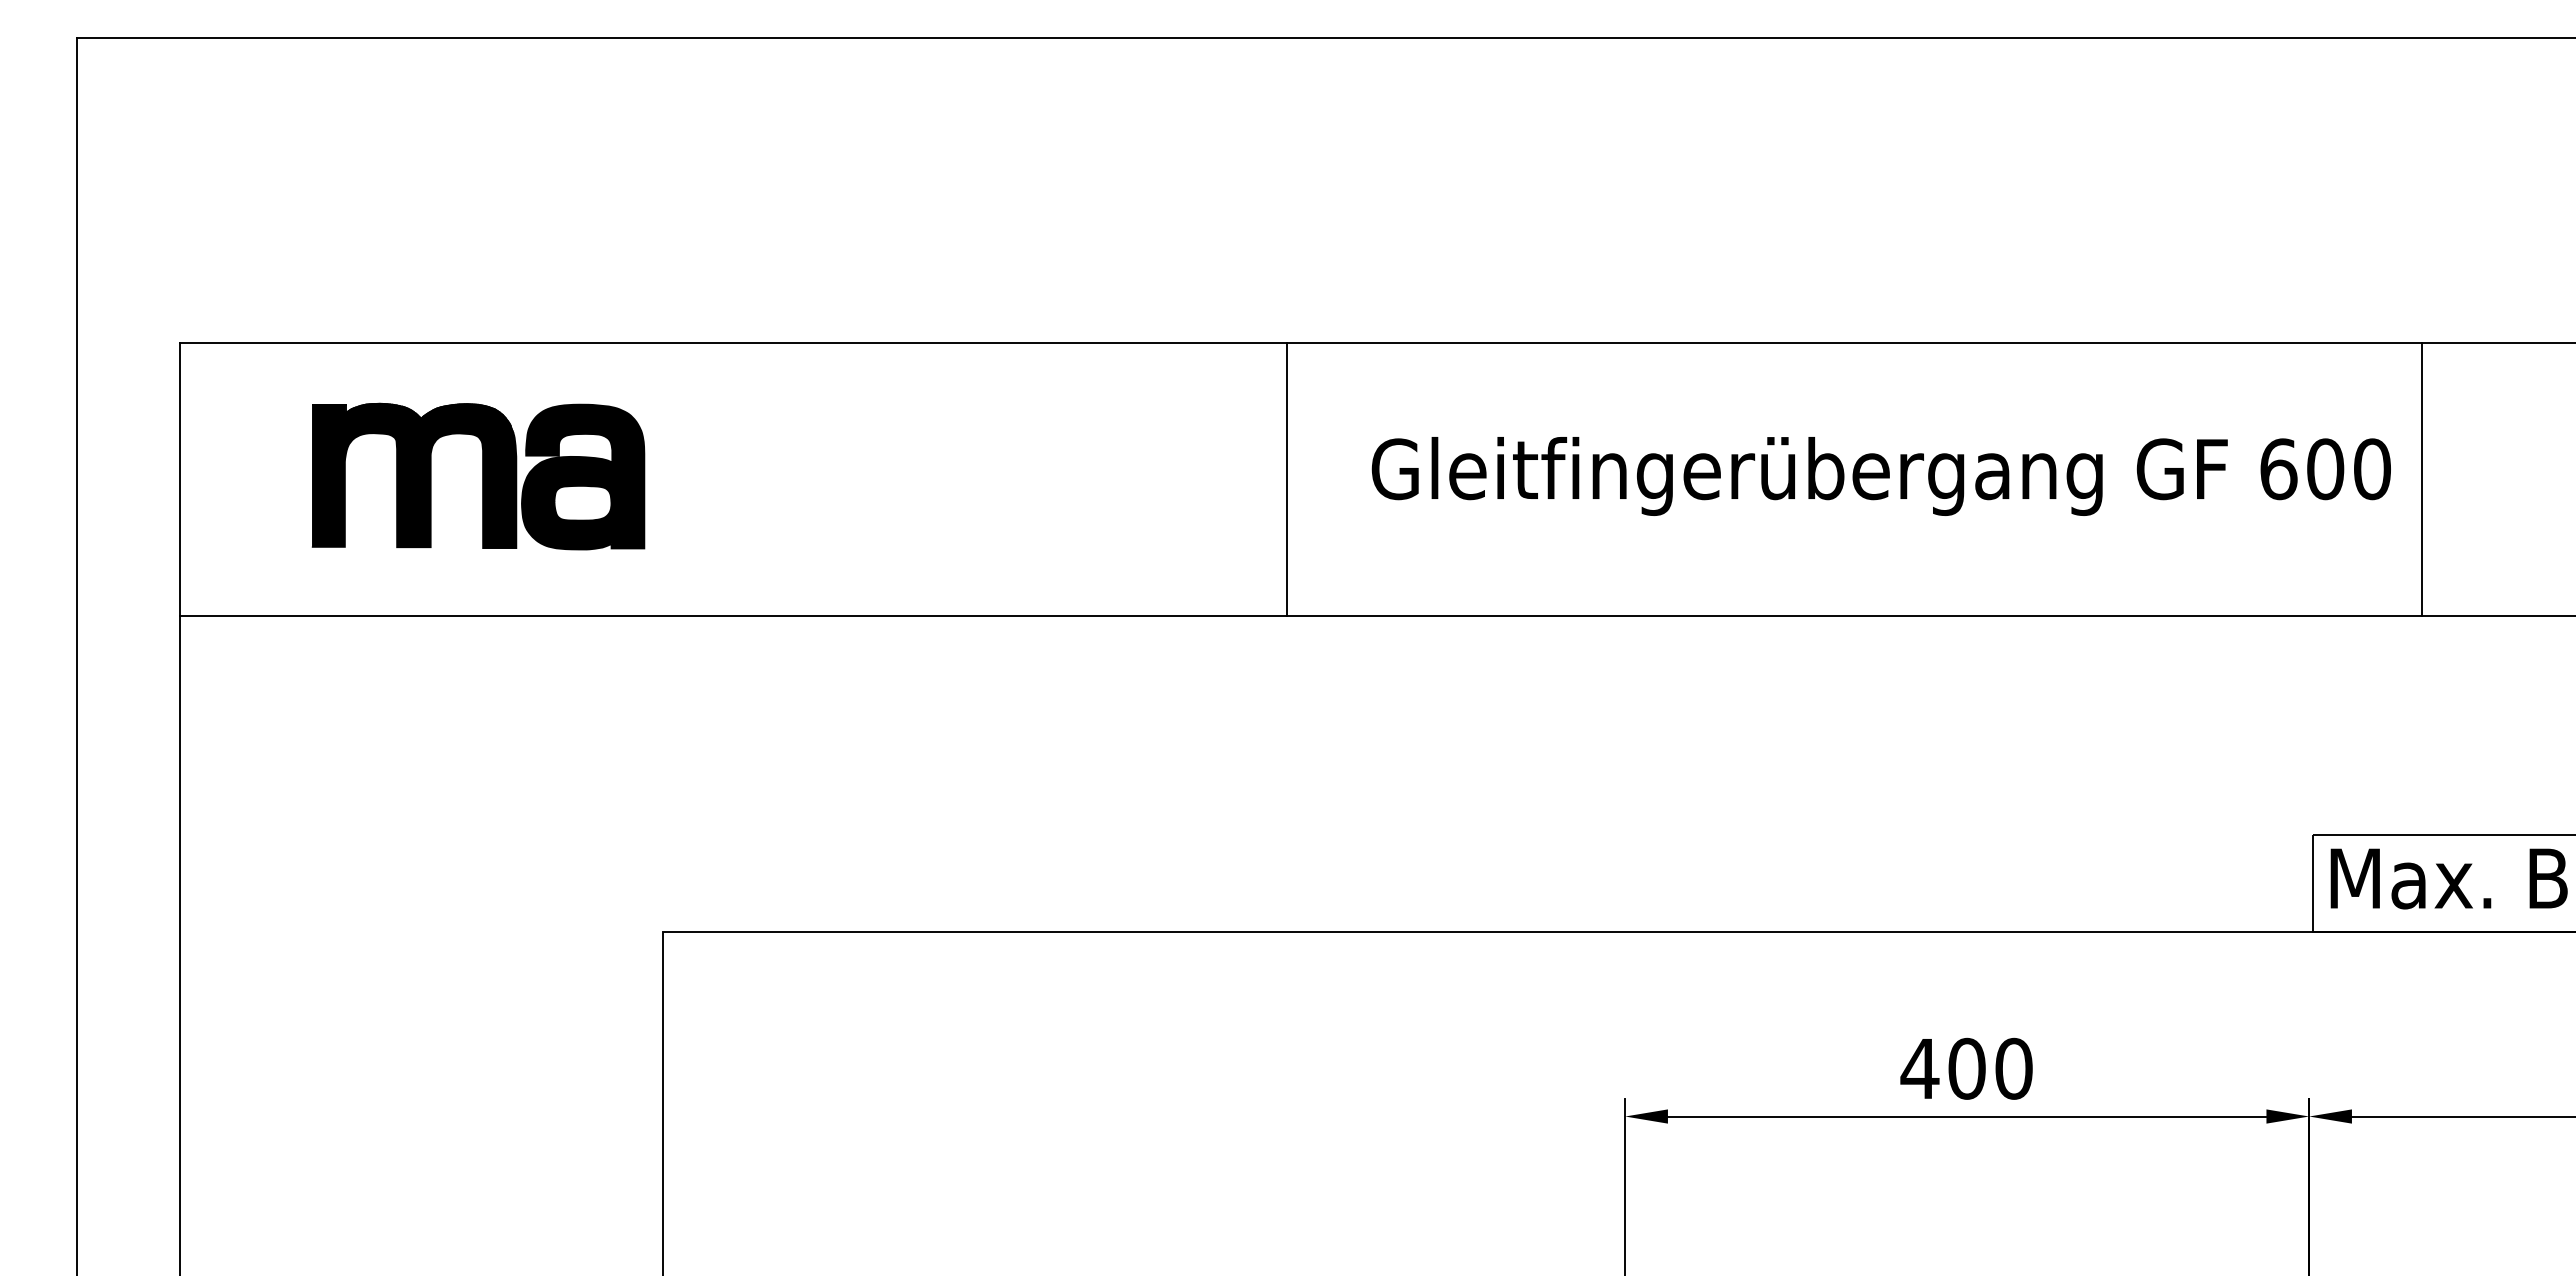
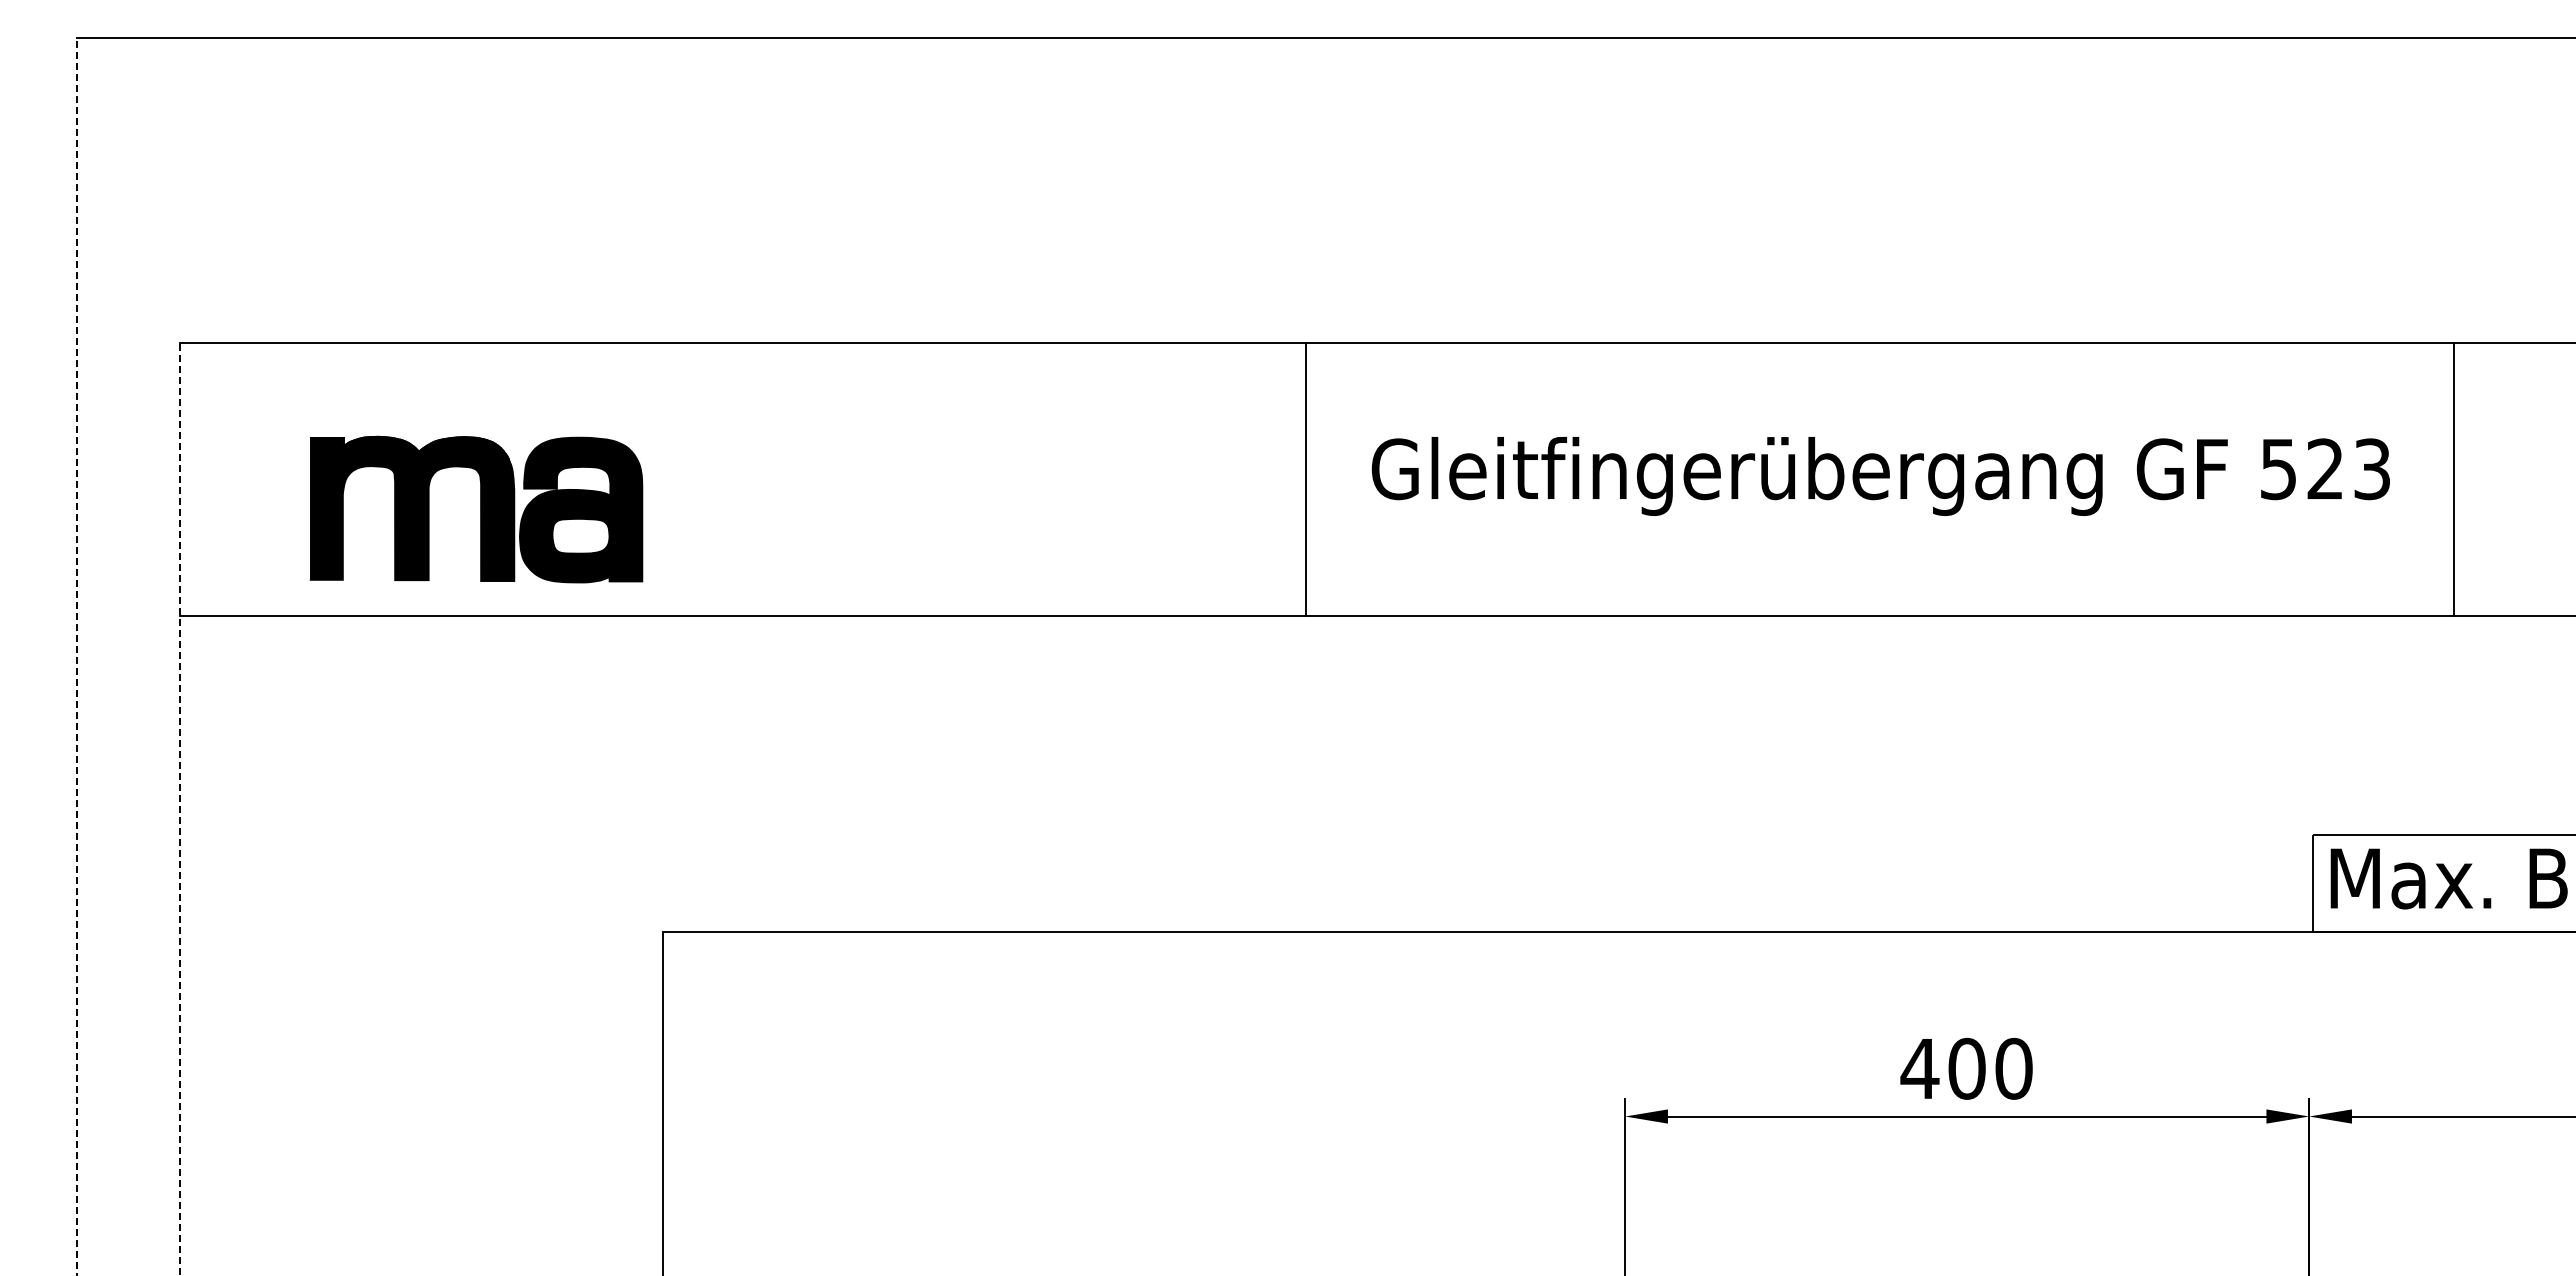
text at (2325, 469): 600 -> 523
part at (478, 476) position: (478, 476) -> (476, 509)
line at (1287, 478) position: (1287, 478) -> (1306, 478)
line at (2422, 478) position: (2422, 478) -> (2454, 478)
line at (77, 656): solid -> dashed
line at (179, 808): solid -> dashed
